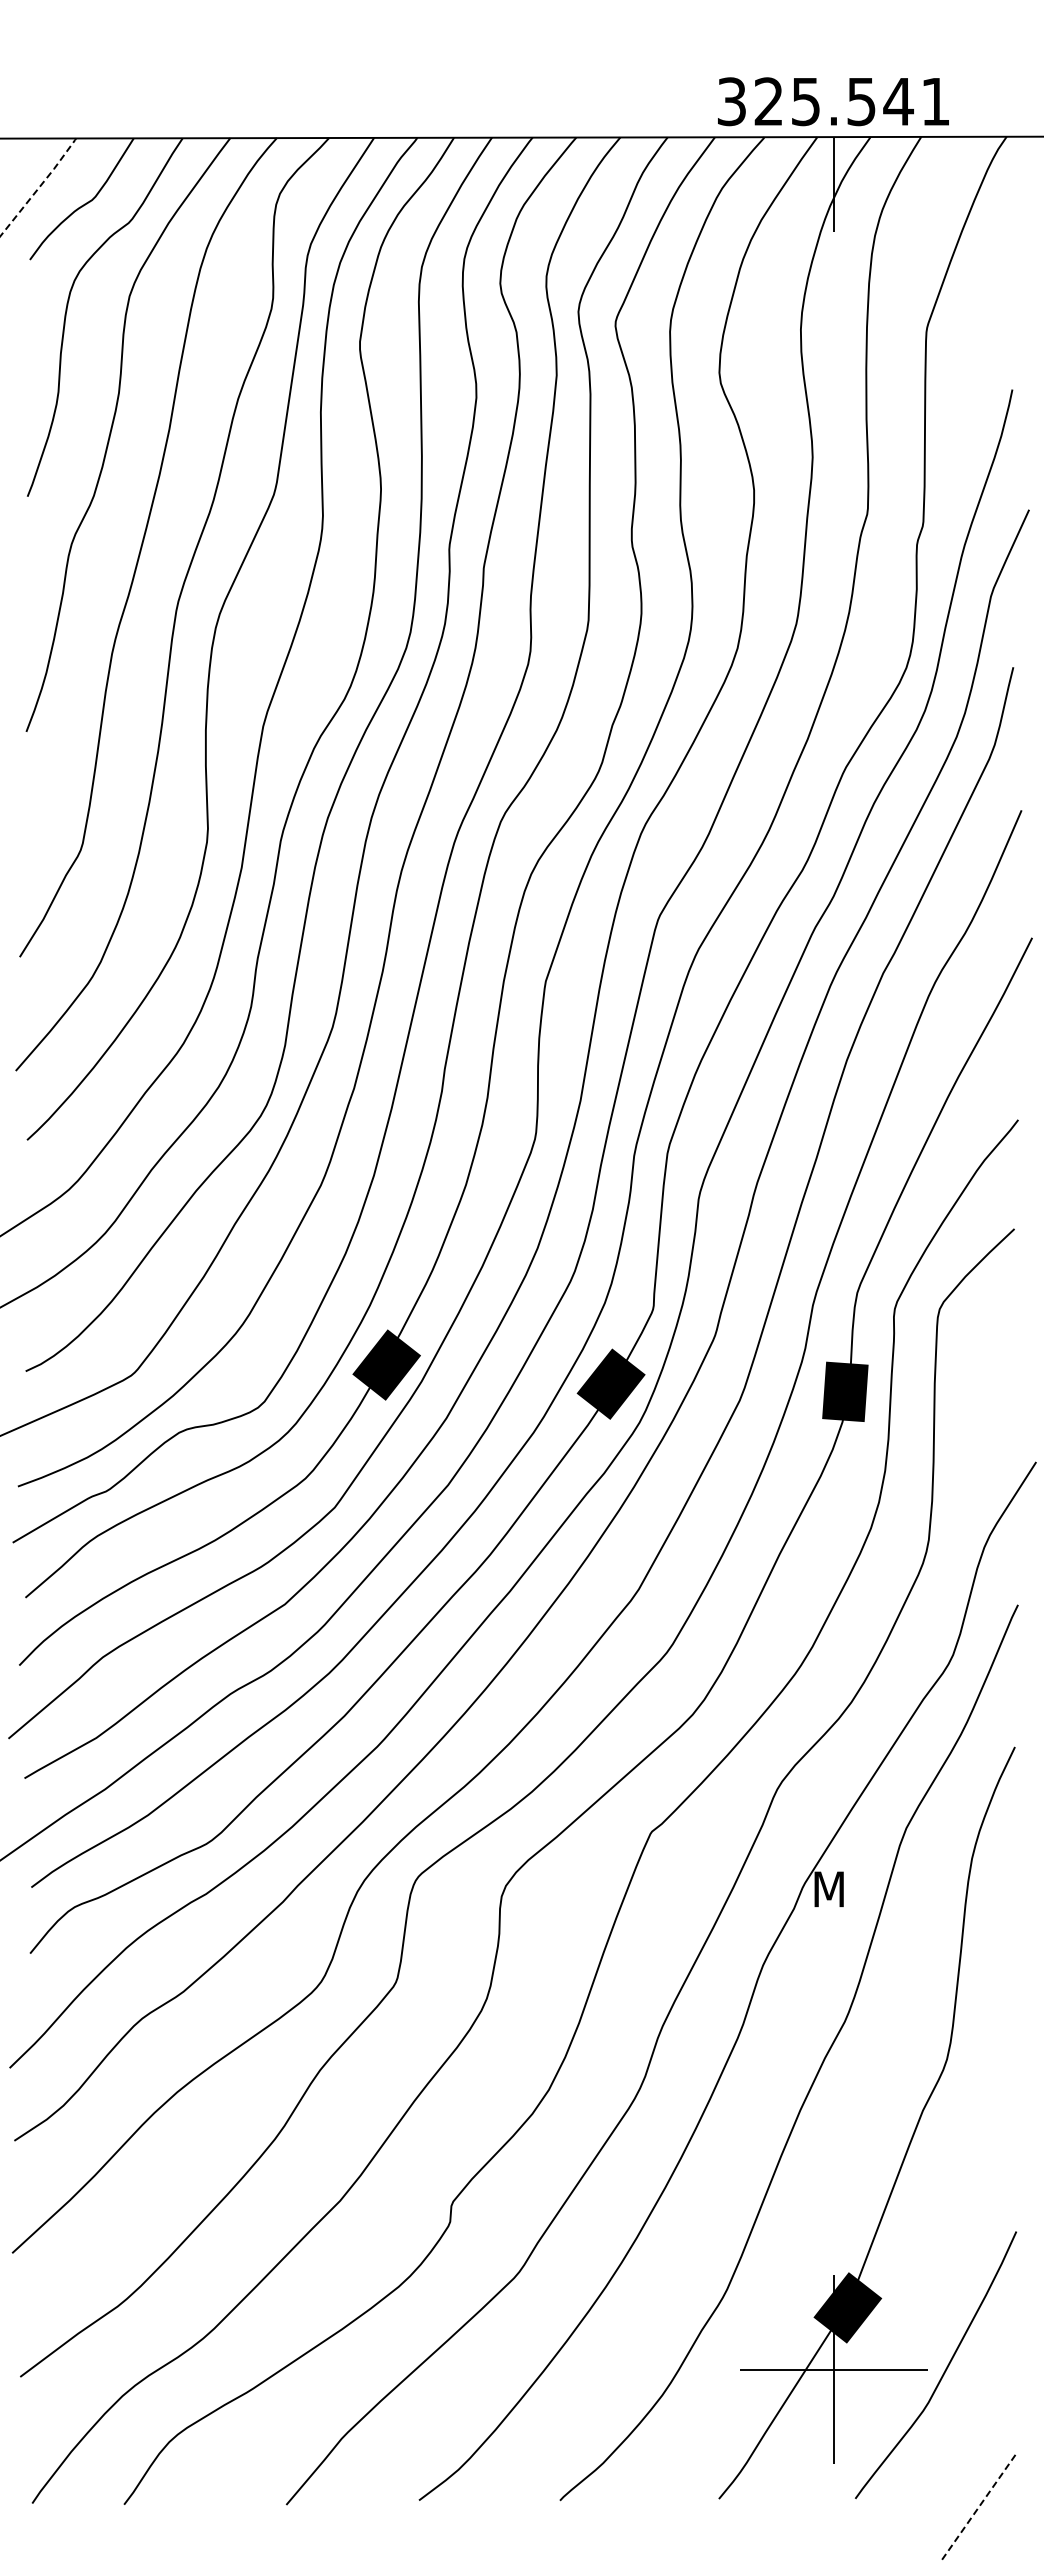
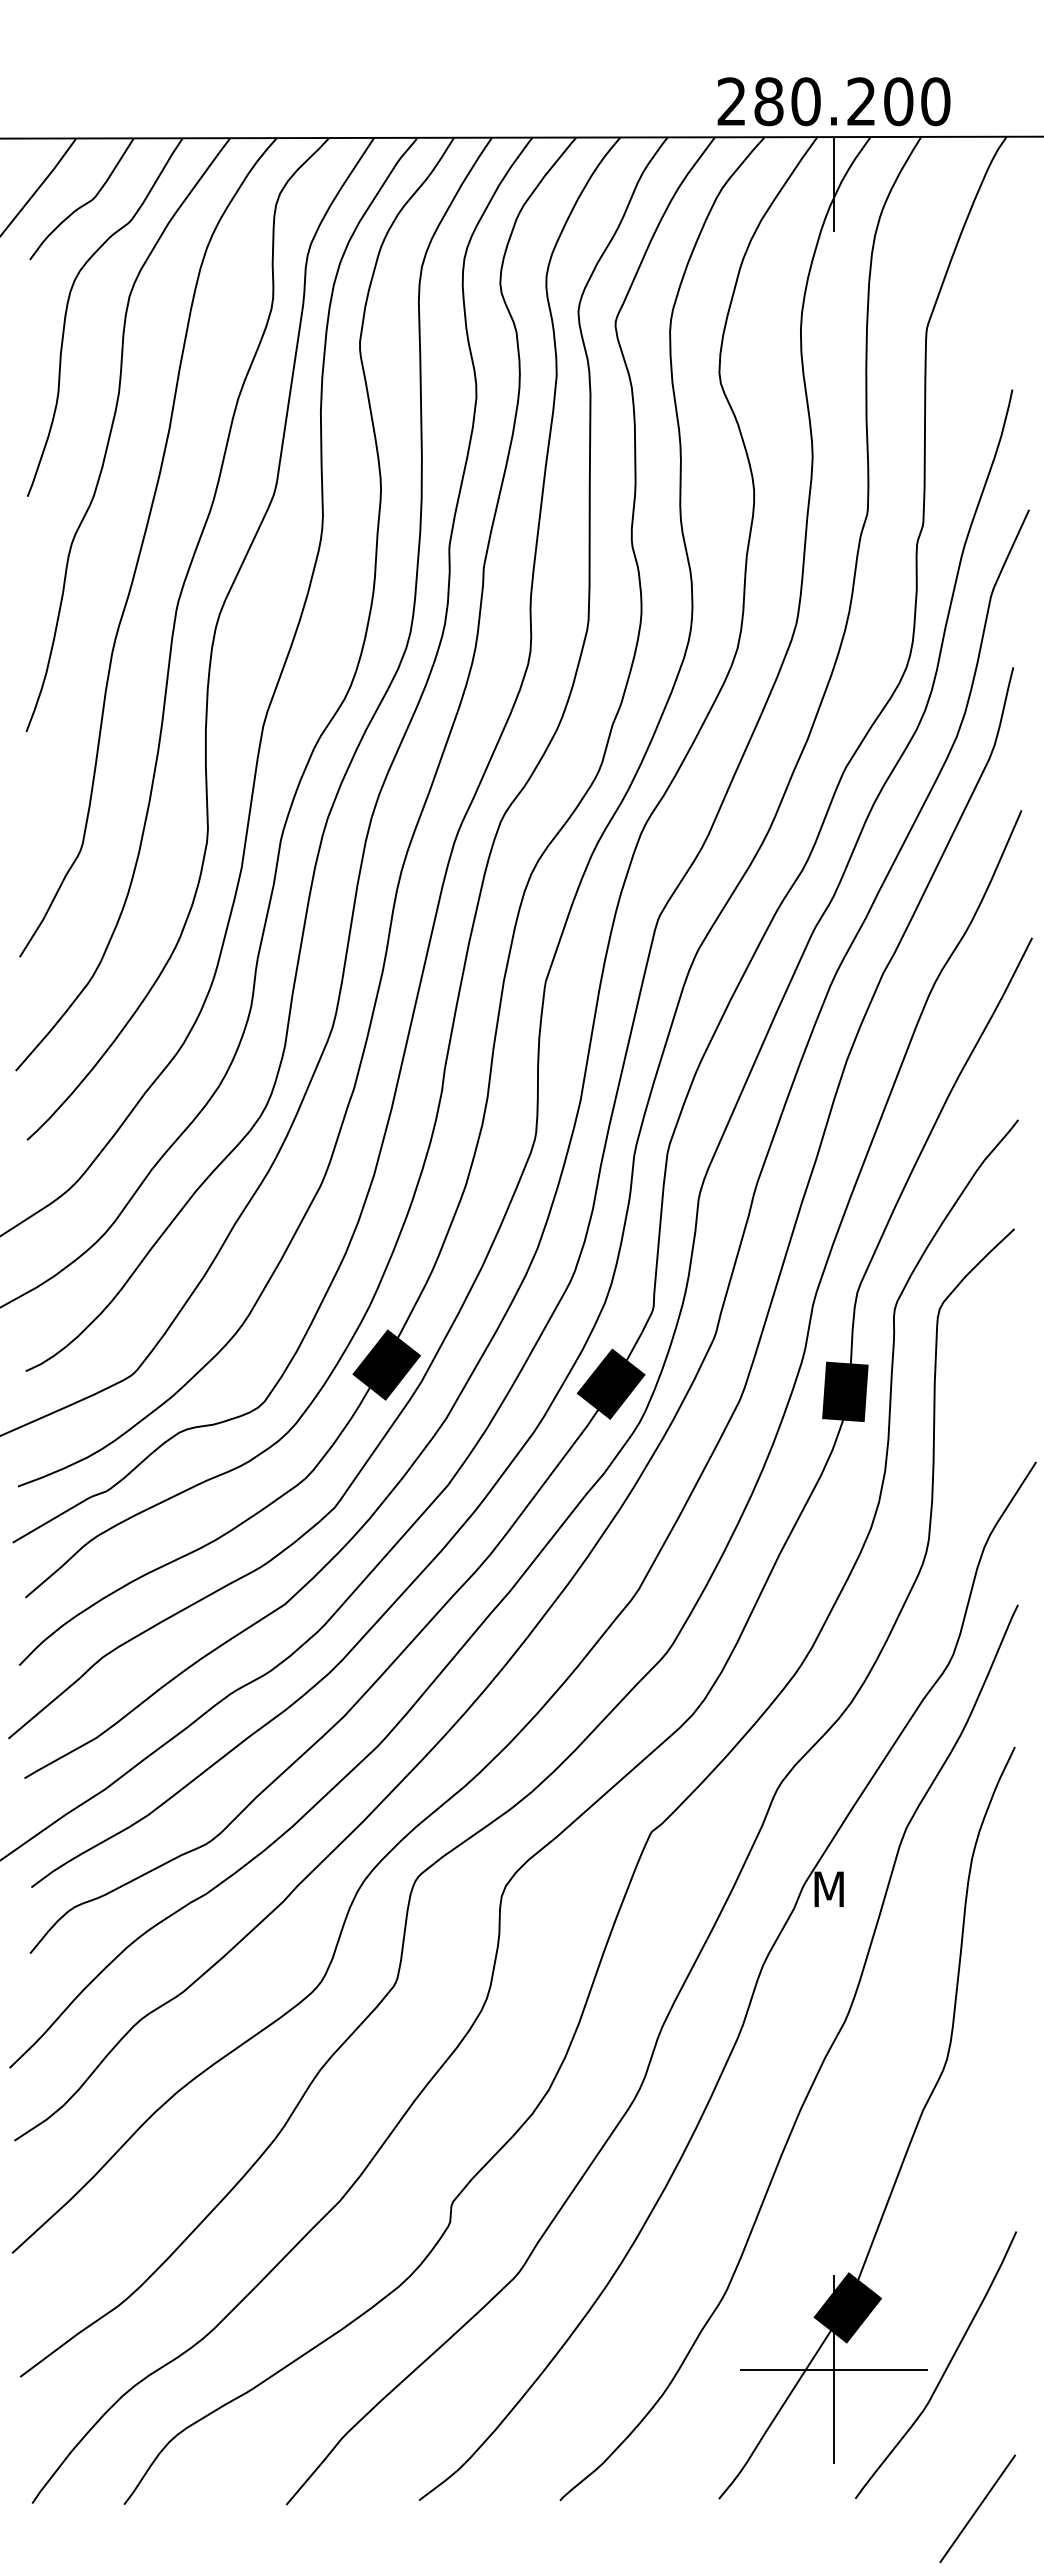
text at (833, 101): 325.541 -> 280.200
line at (39, 186): dashed -> solid
line at (977, 2508): dashed -> solid
